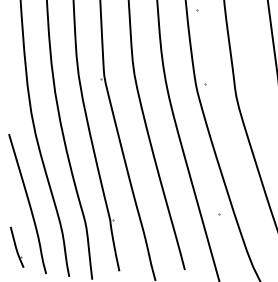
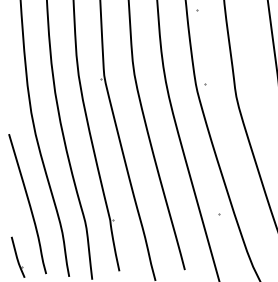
part at (16, 246) position: (16, 246) -> (17, 256)
